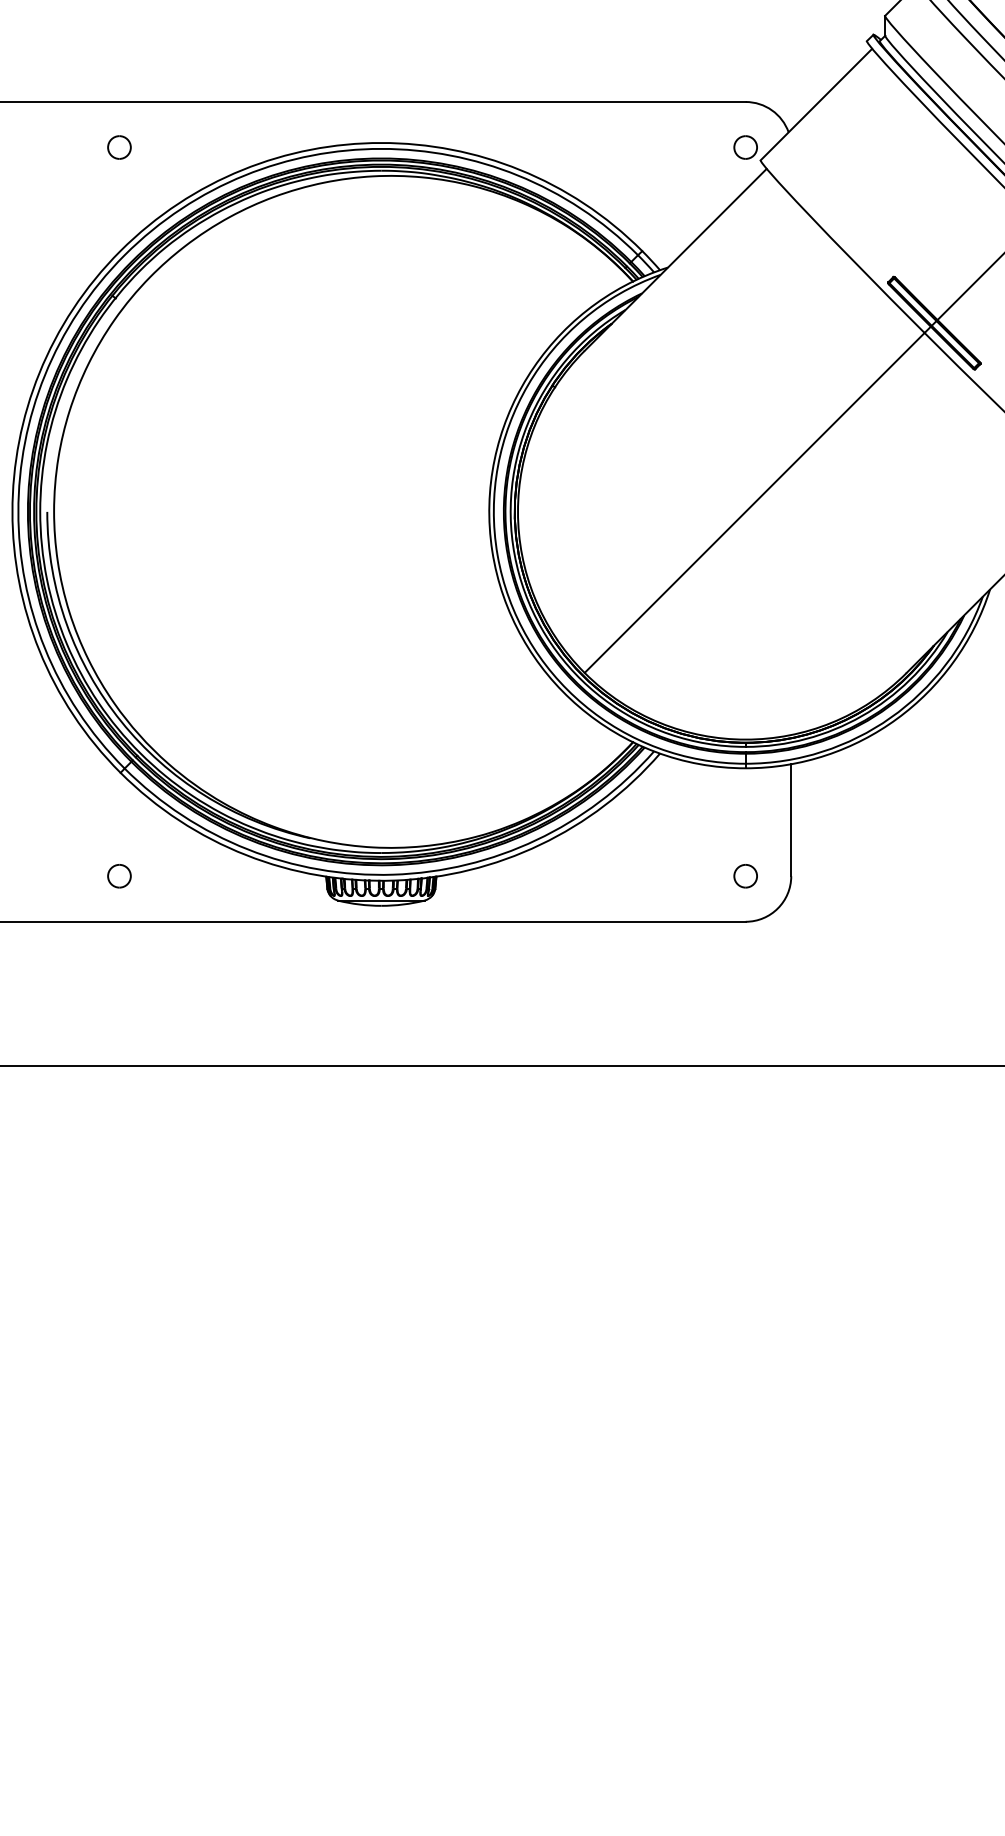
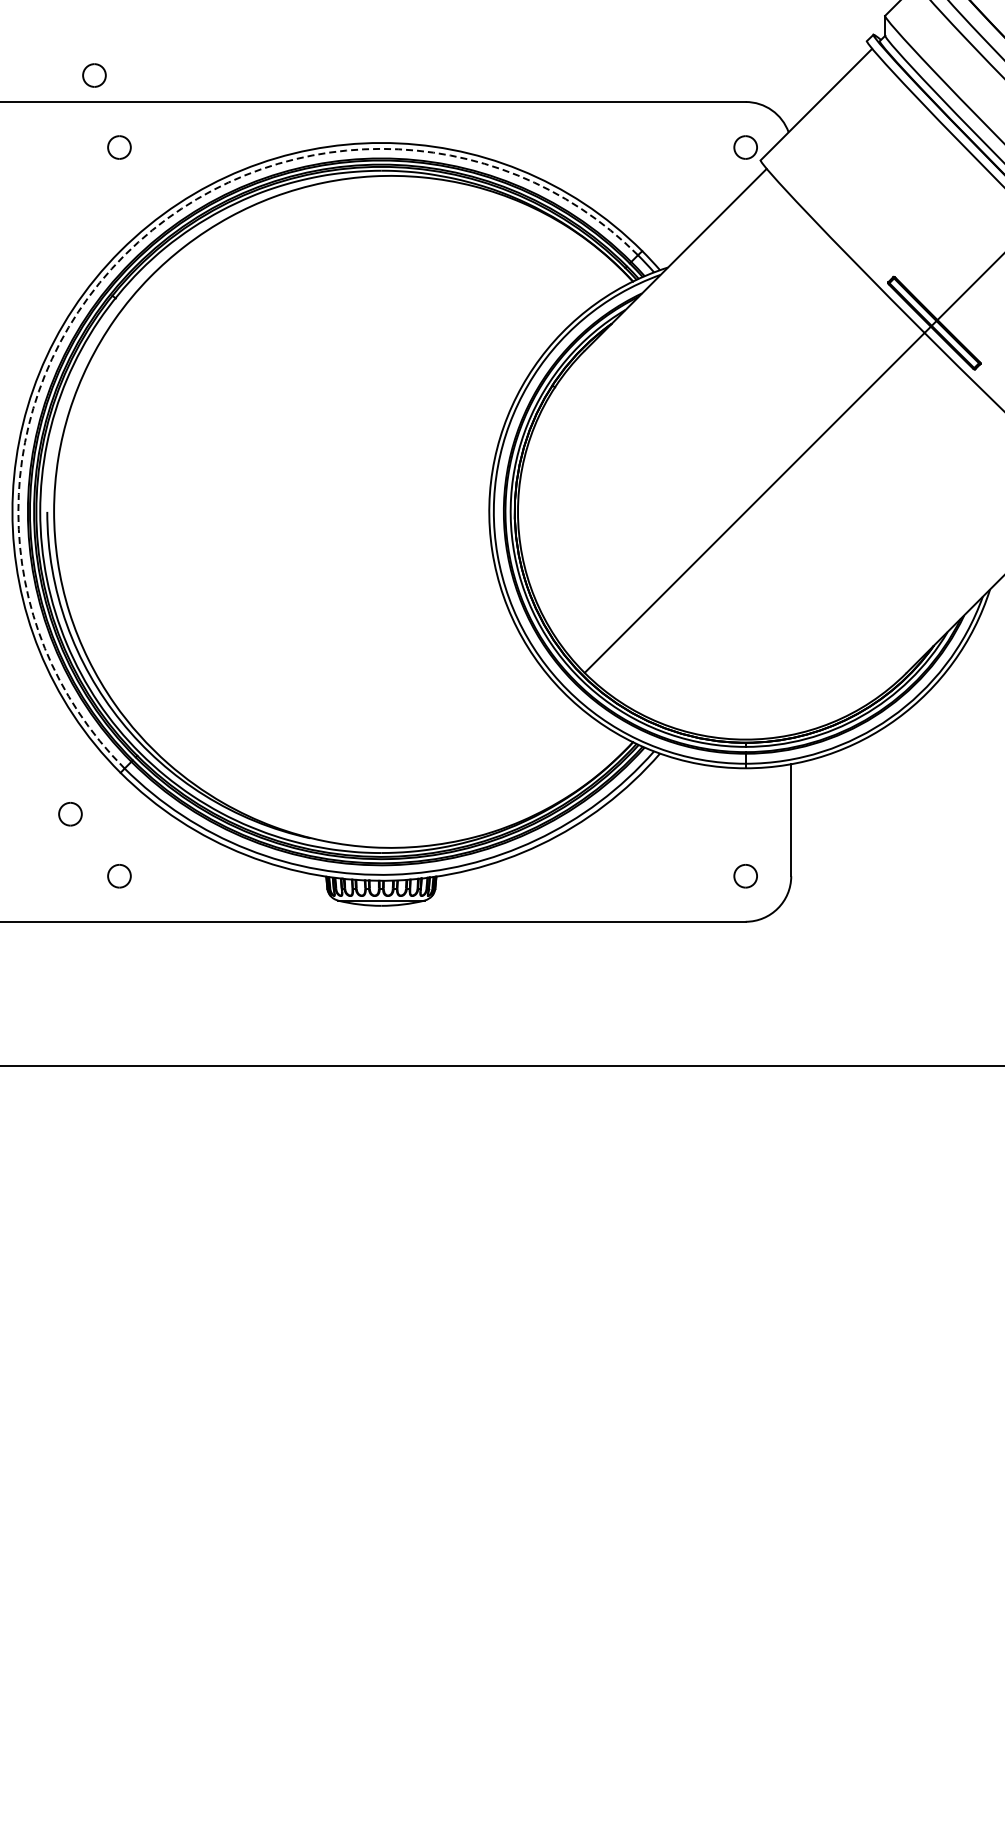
part at (94, 75): none -> present
arc at (124, 255): solid -> dashed
part at (70, 814): none -> present
